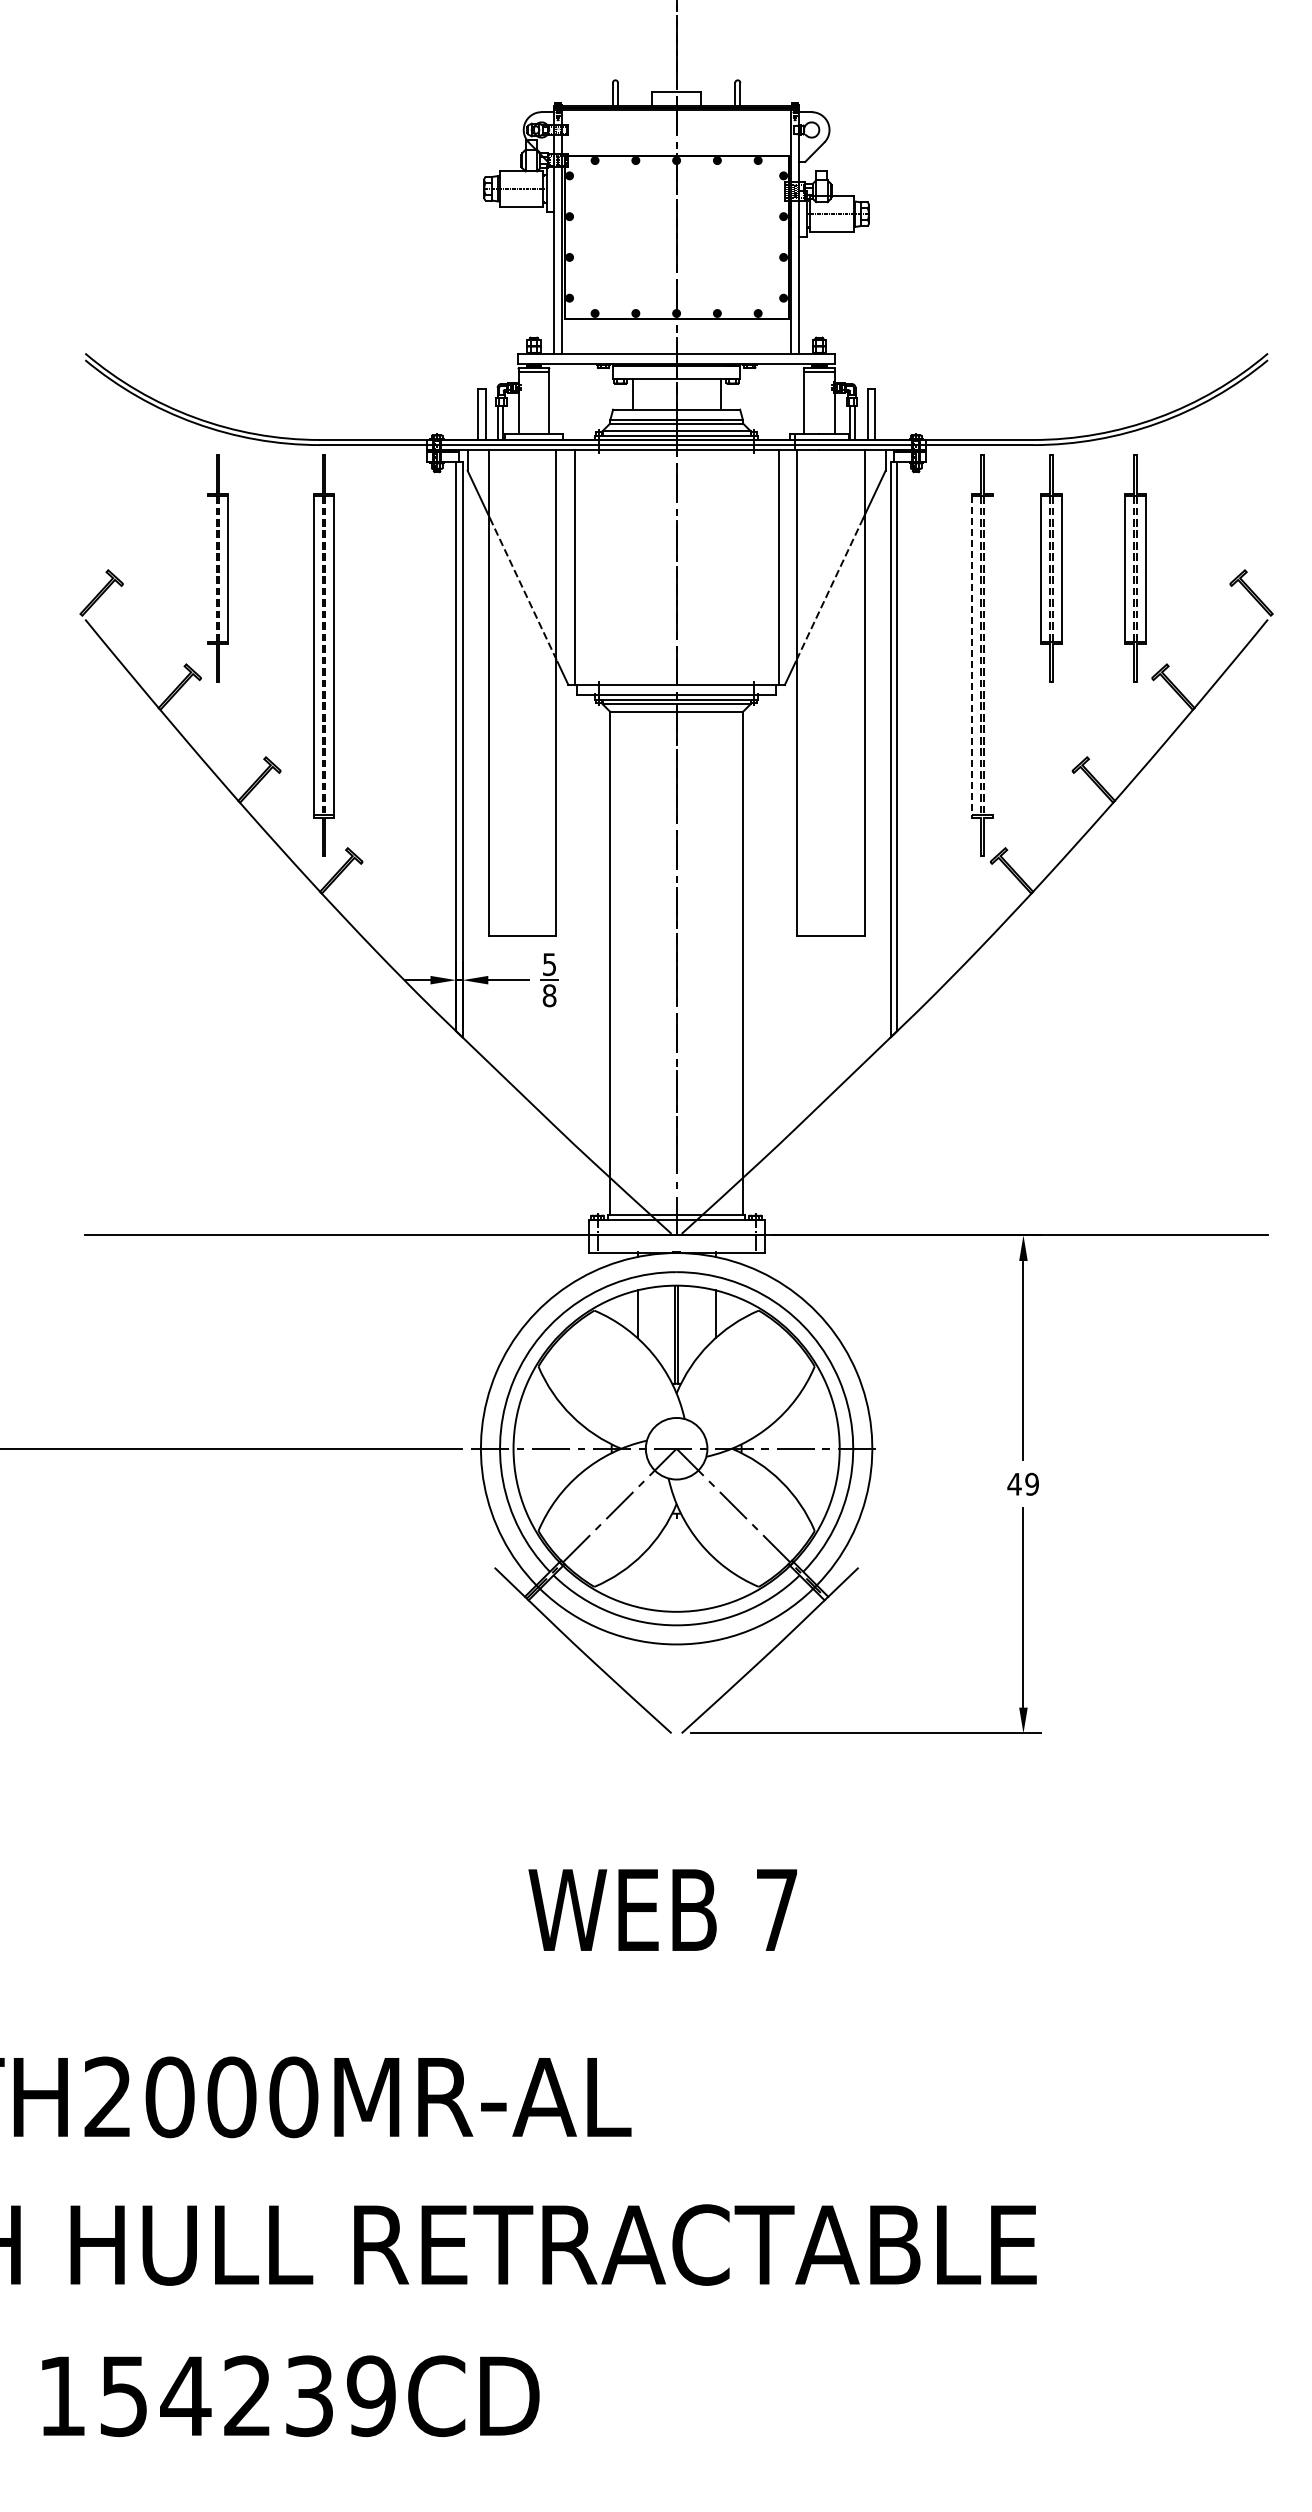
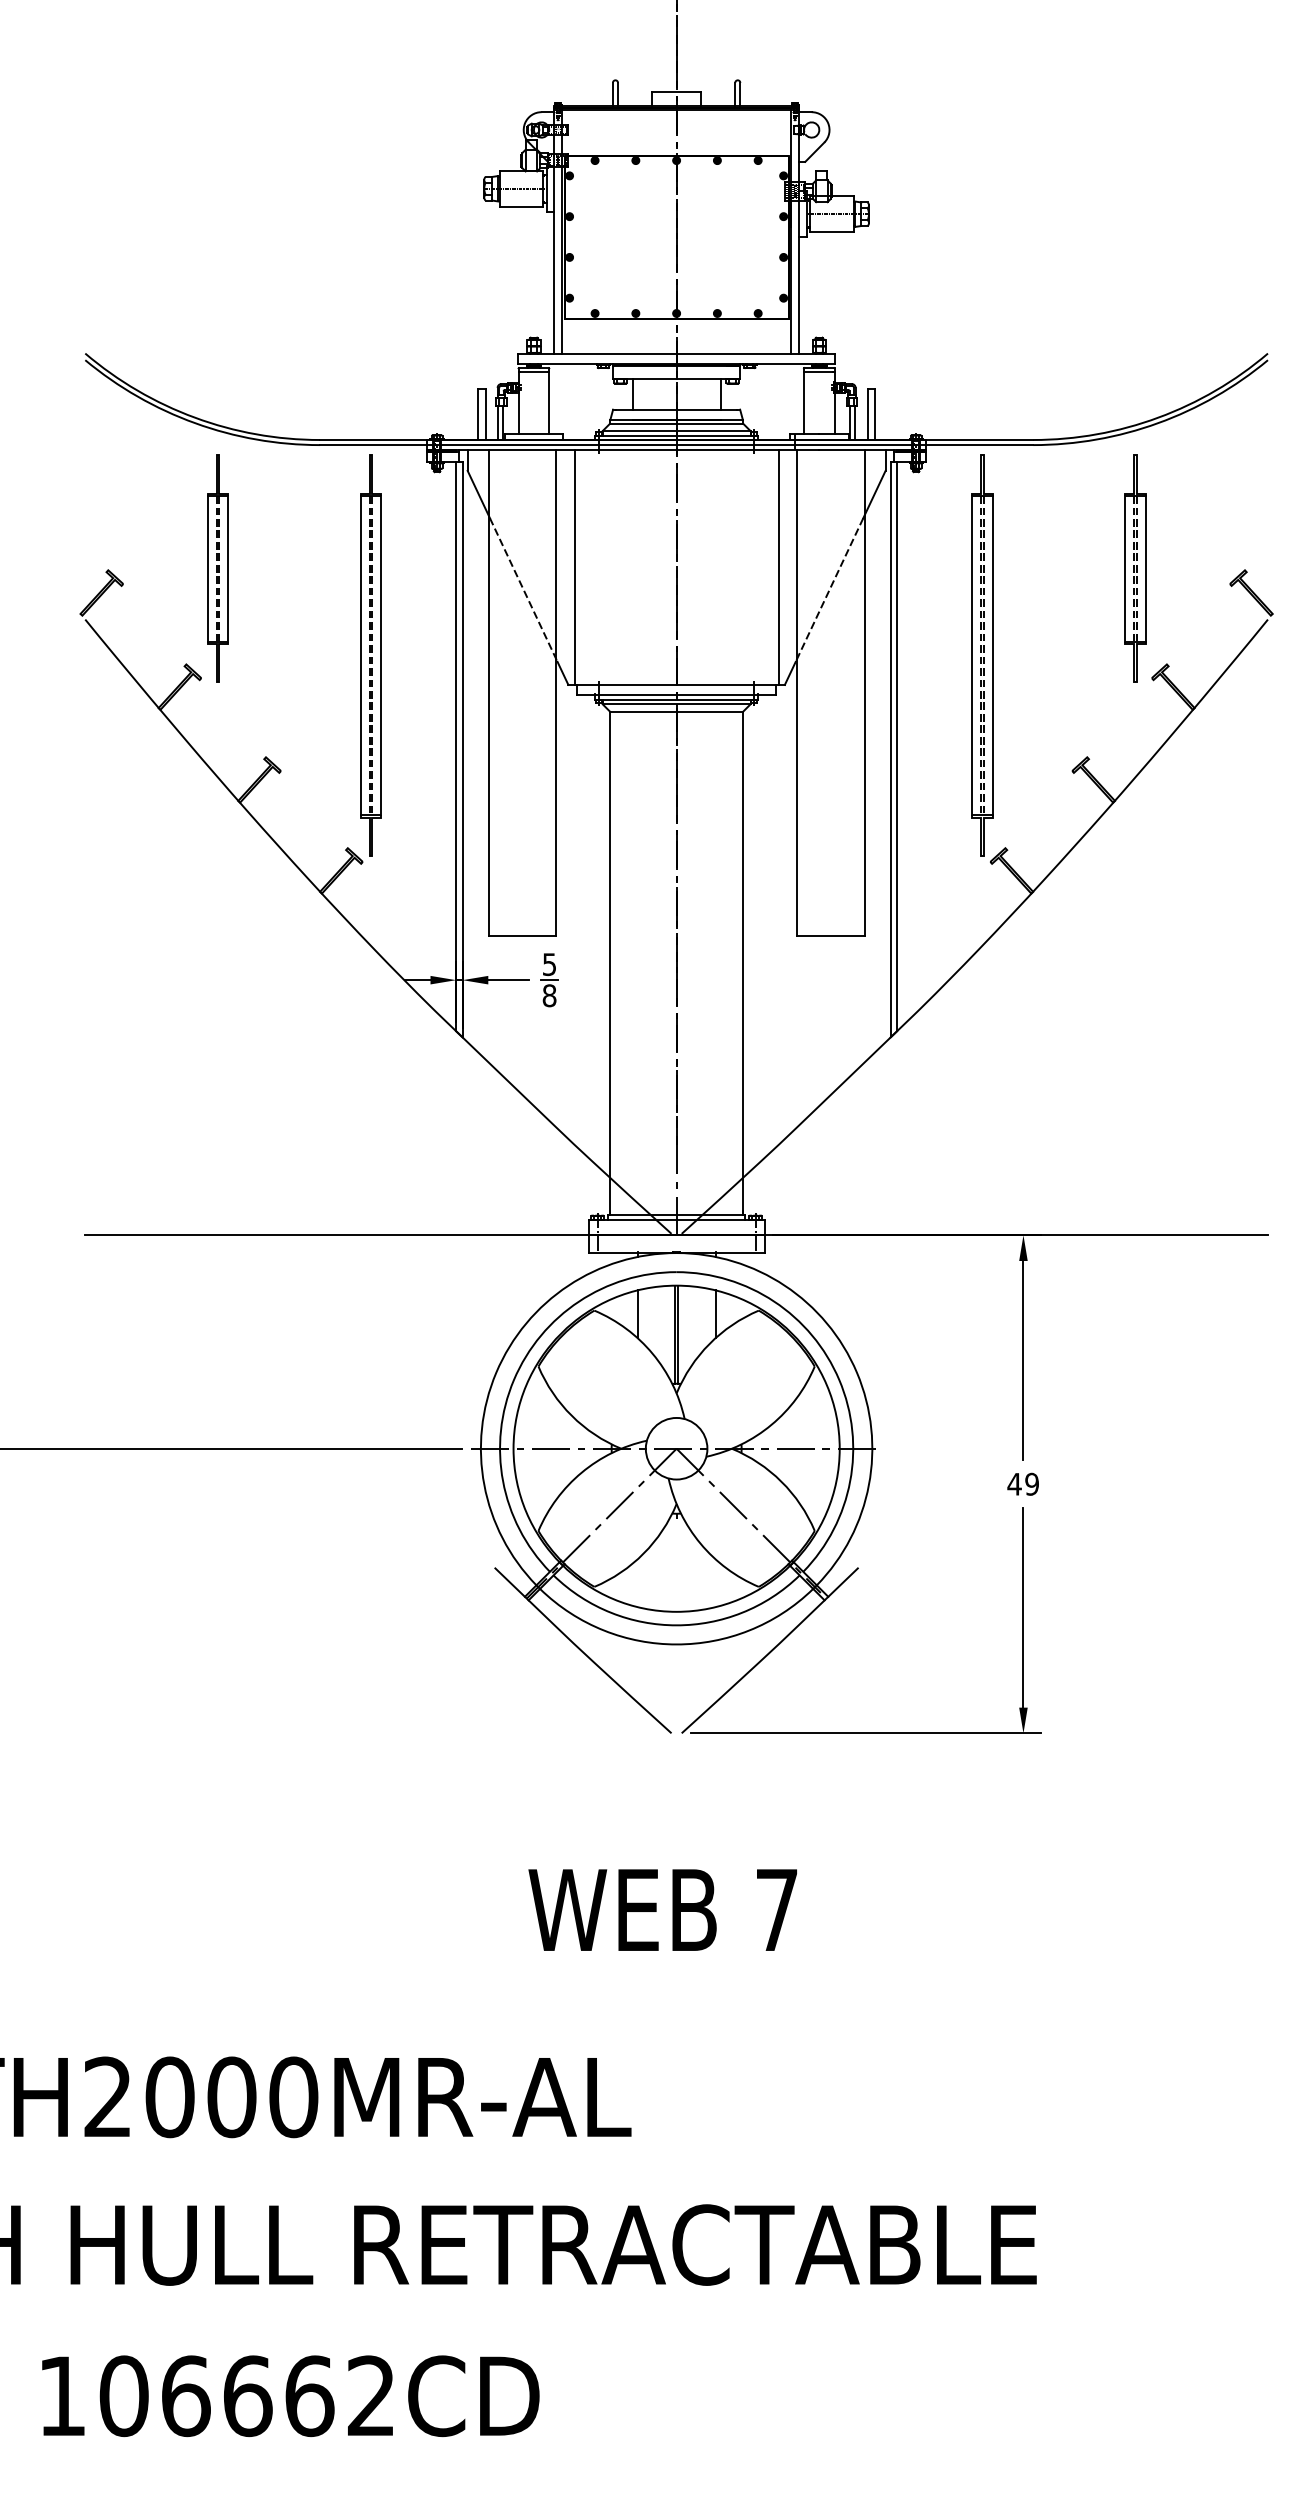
line at (207, 568): none -> present
part at (1051, 568): present -> none
part at (323, 655) position: (323, 655) -> (370, 655)
line at (972, 655): dashed -> solid
line at (992, 655): none -> present
text at (247, 2396): 154239CD -> 106662CD
